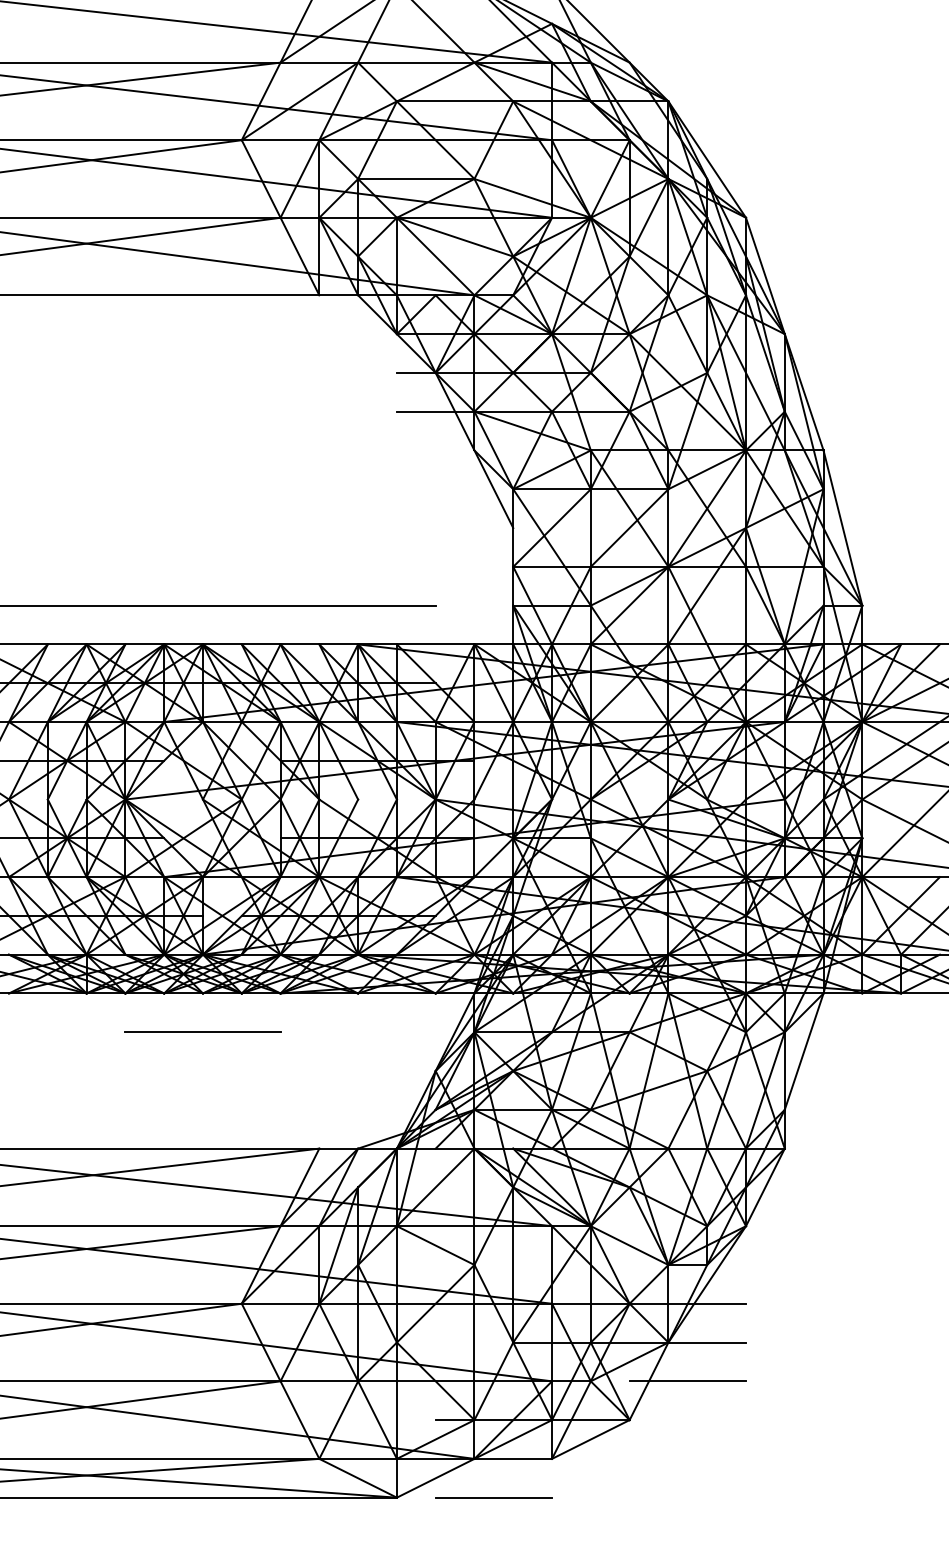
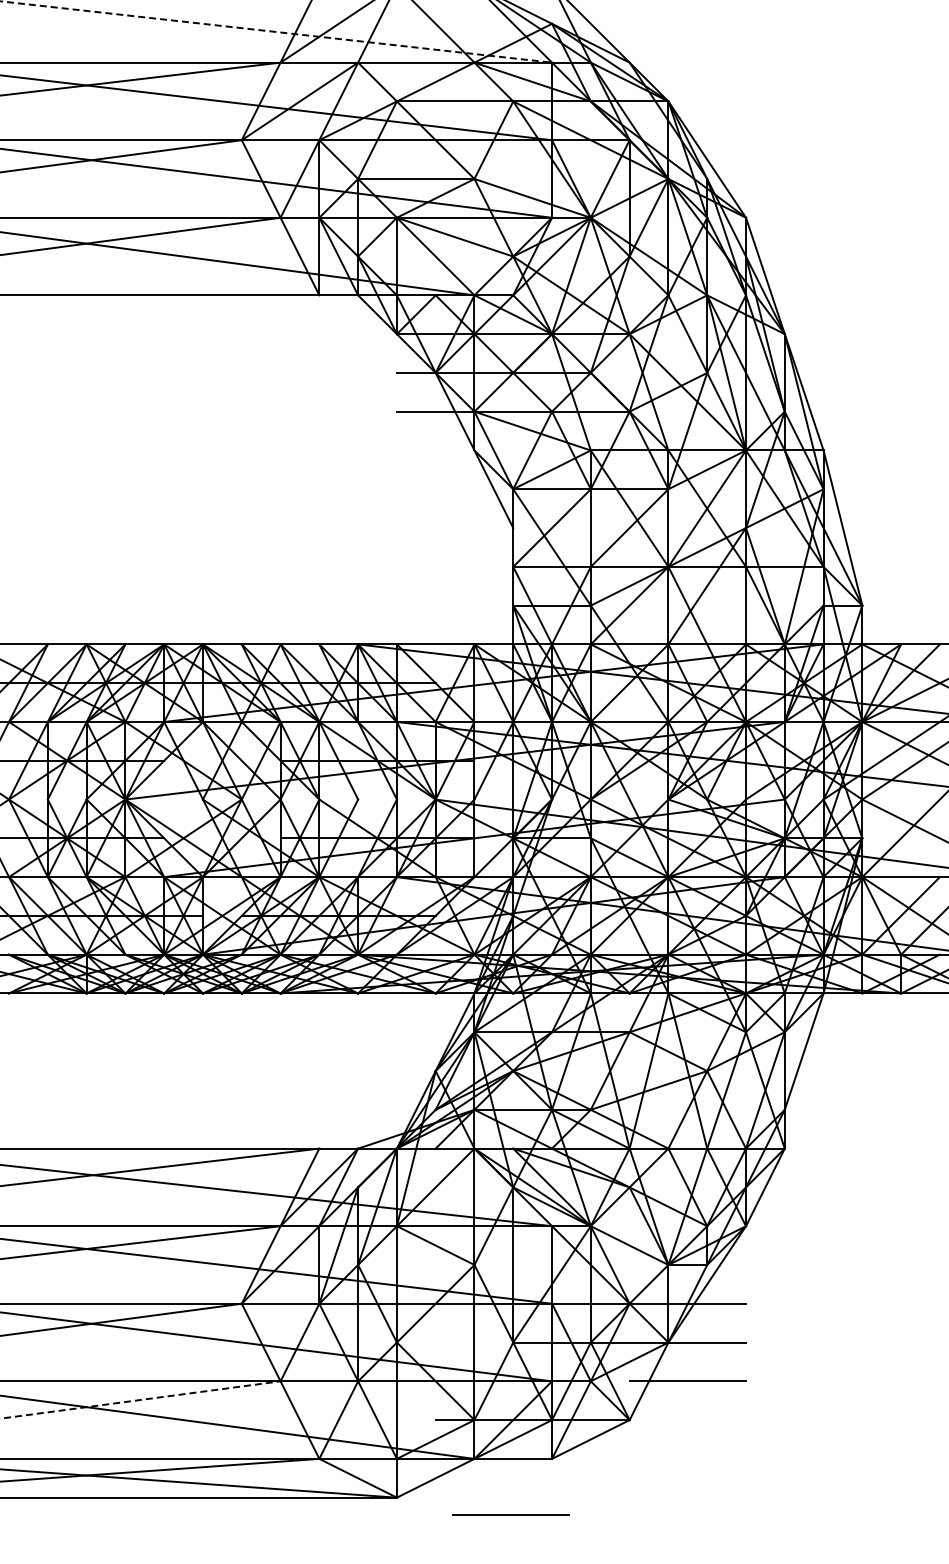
line at (276, 32): solid -> dashed
line at (218, 605): present -> none
line at (202, 1032): present -> none
line at (140, 1399): solid -> dashed
line at (493, 1497) position: (493, 1497) -> (510, 1514)
